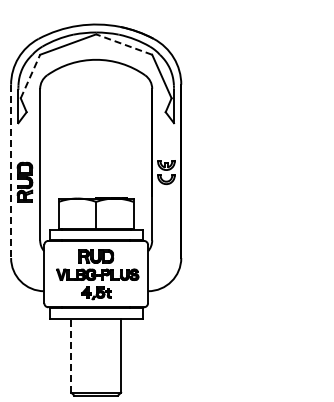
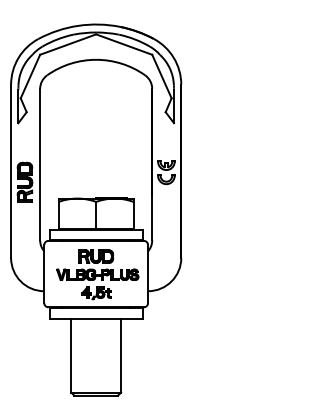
line at (124, 44): dashed -> solid
line at (30, 76): dashed -> solid
line at (11, 171): dashed -> solid
line at (71, 355): dashed -> solid
